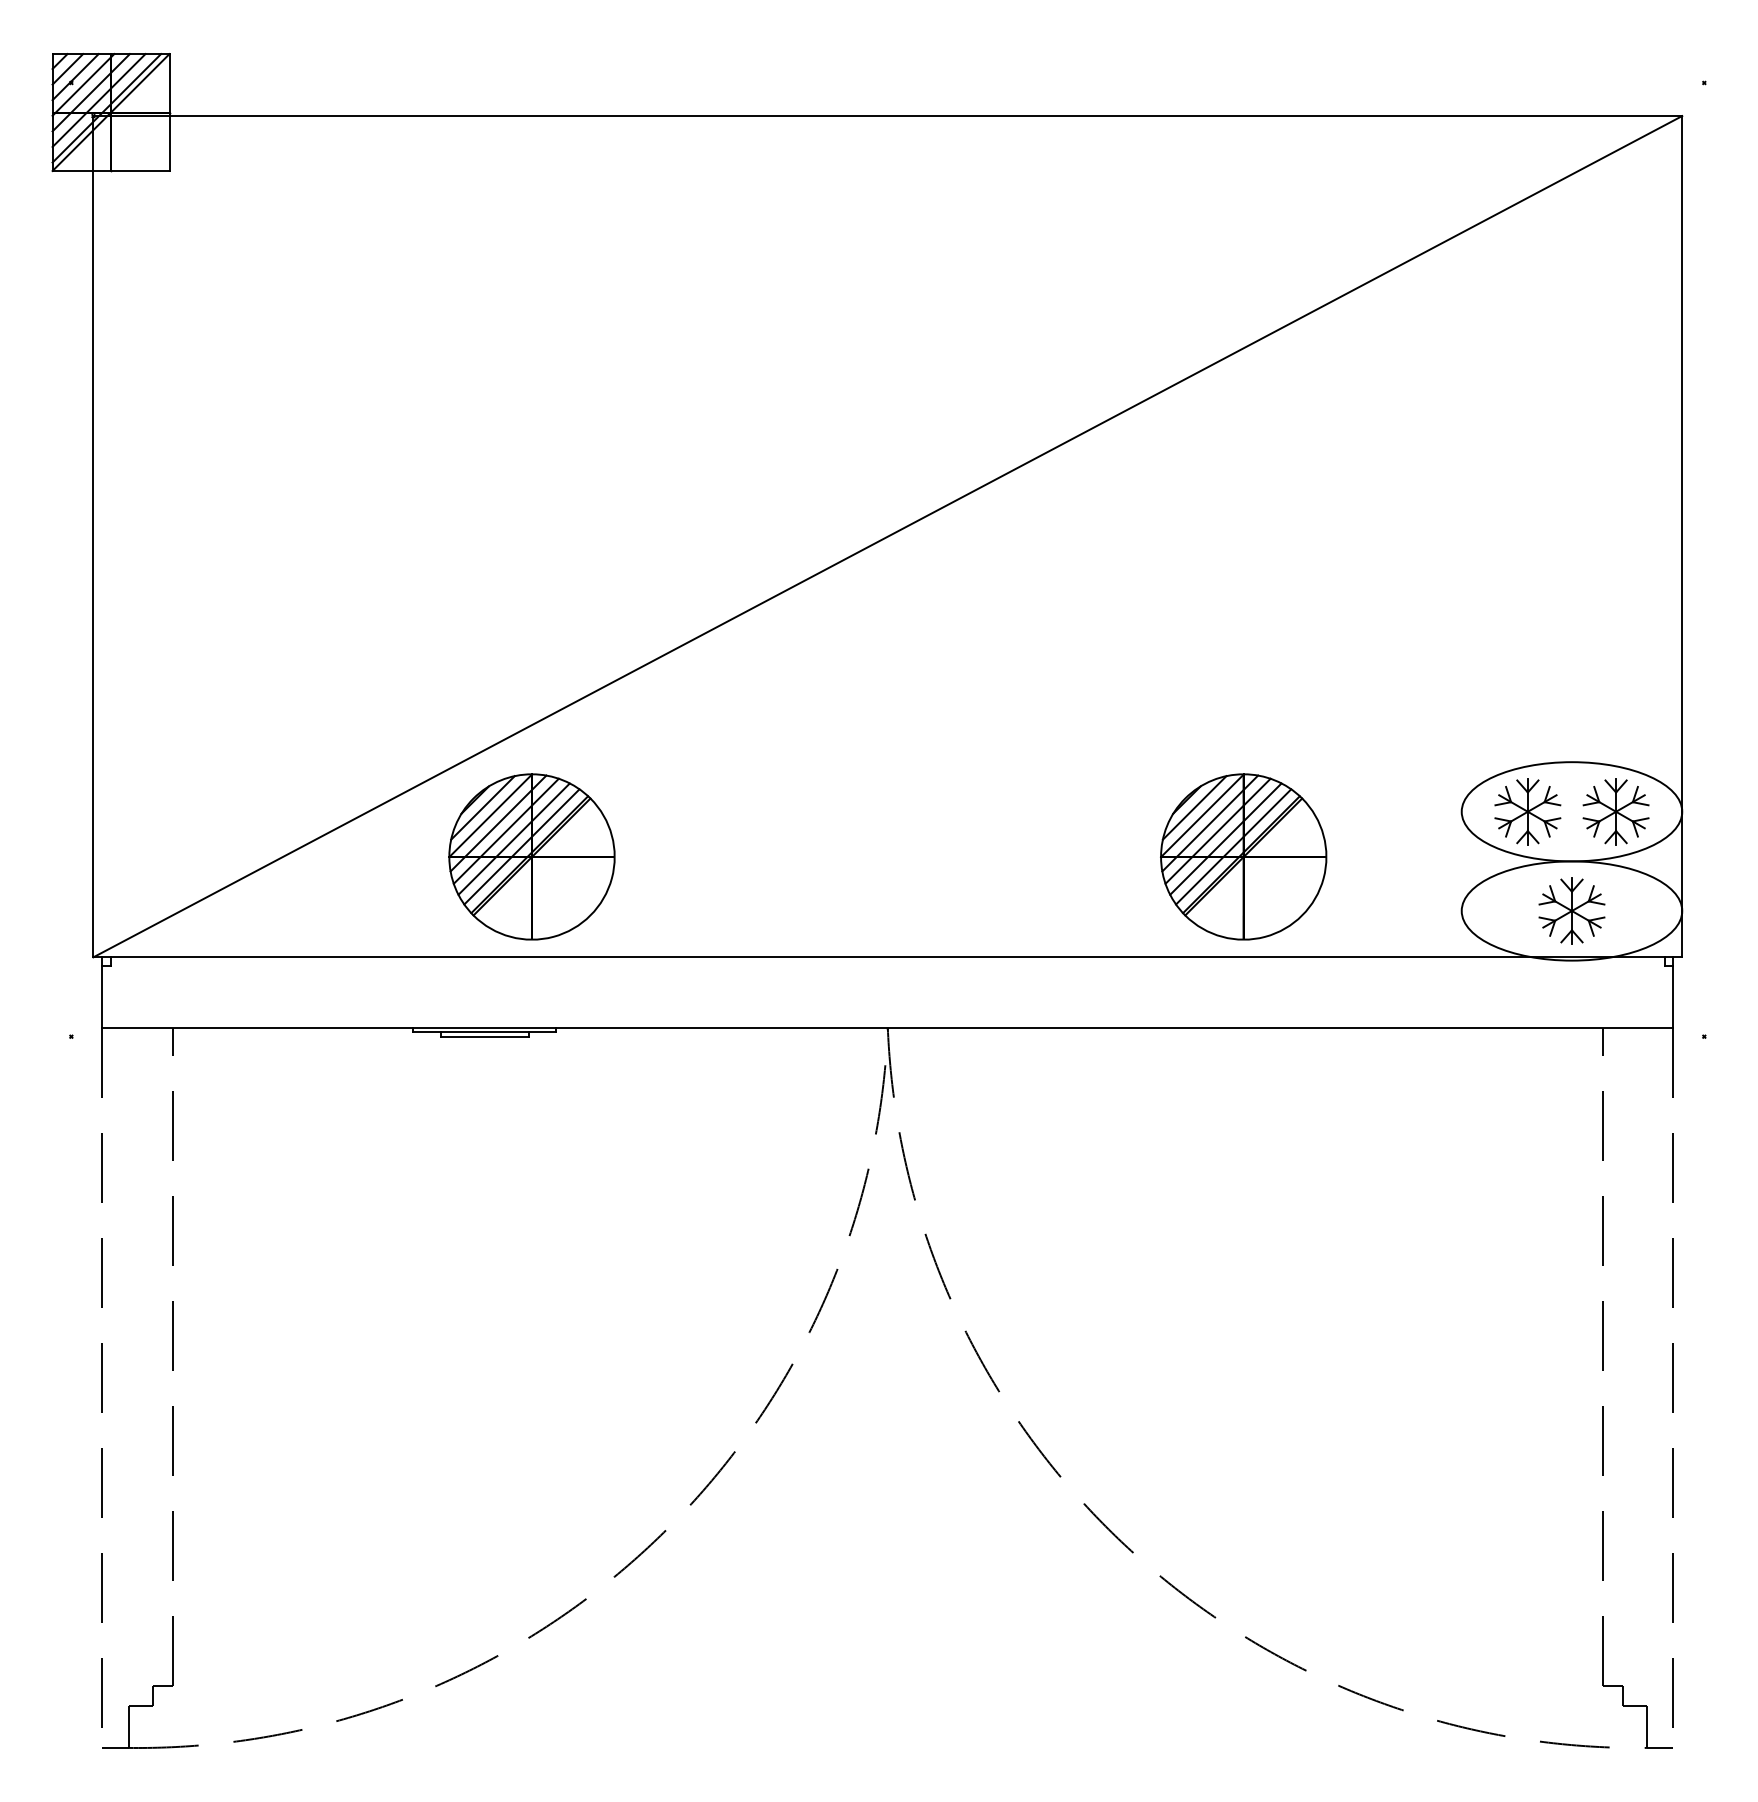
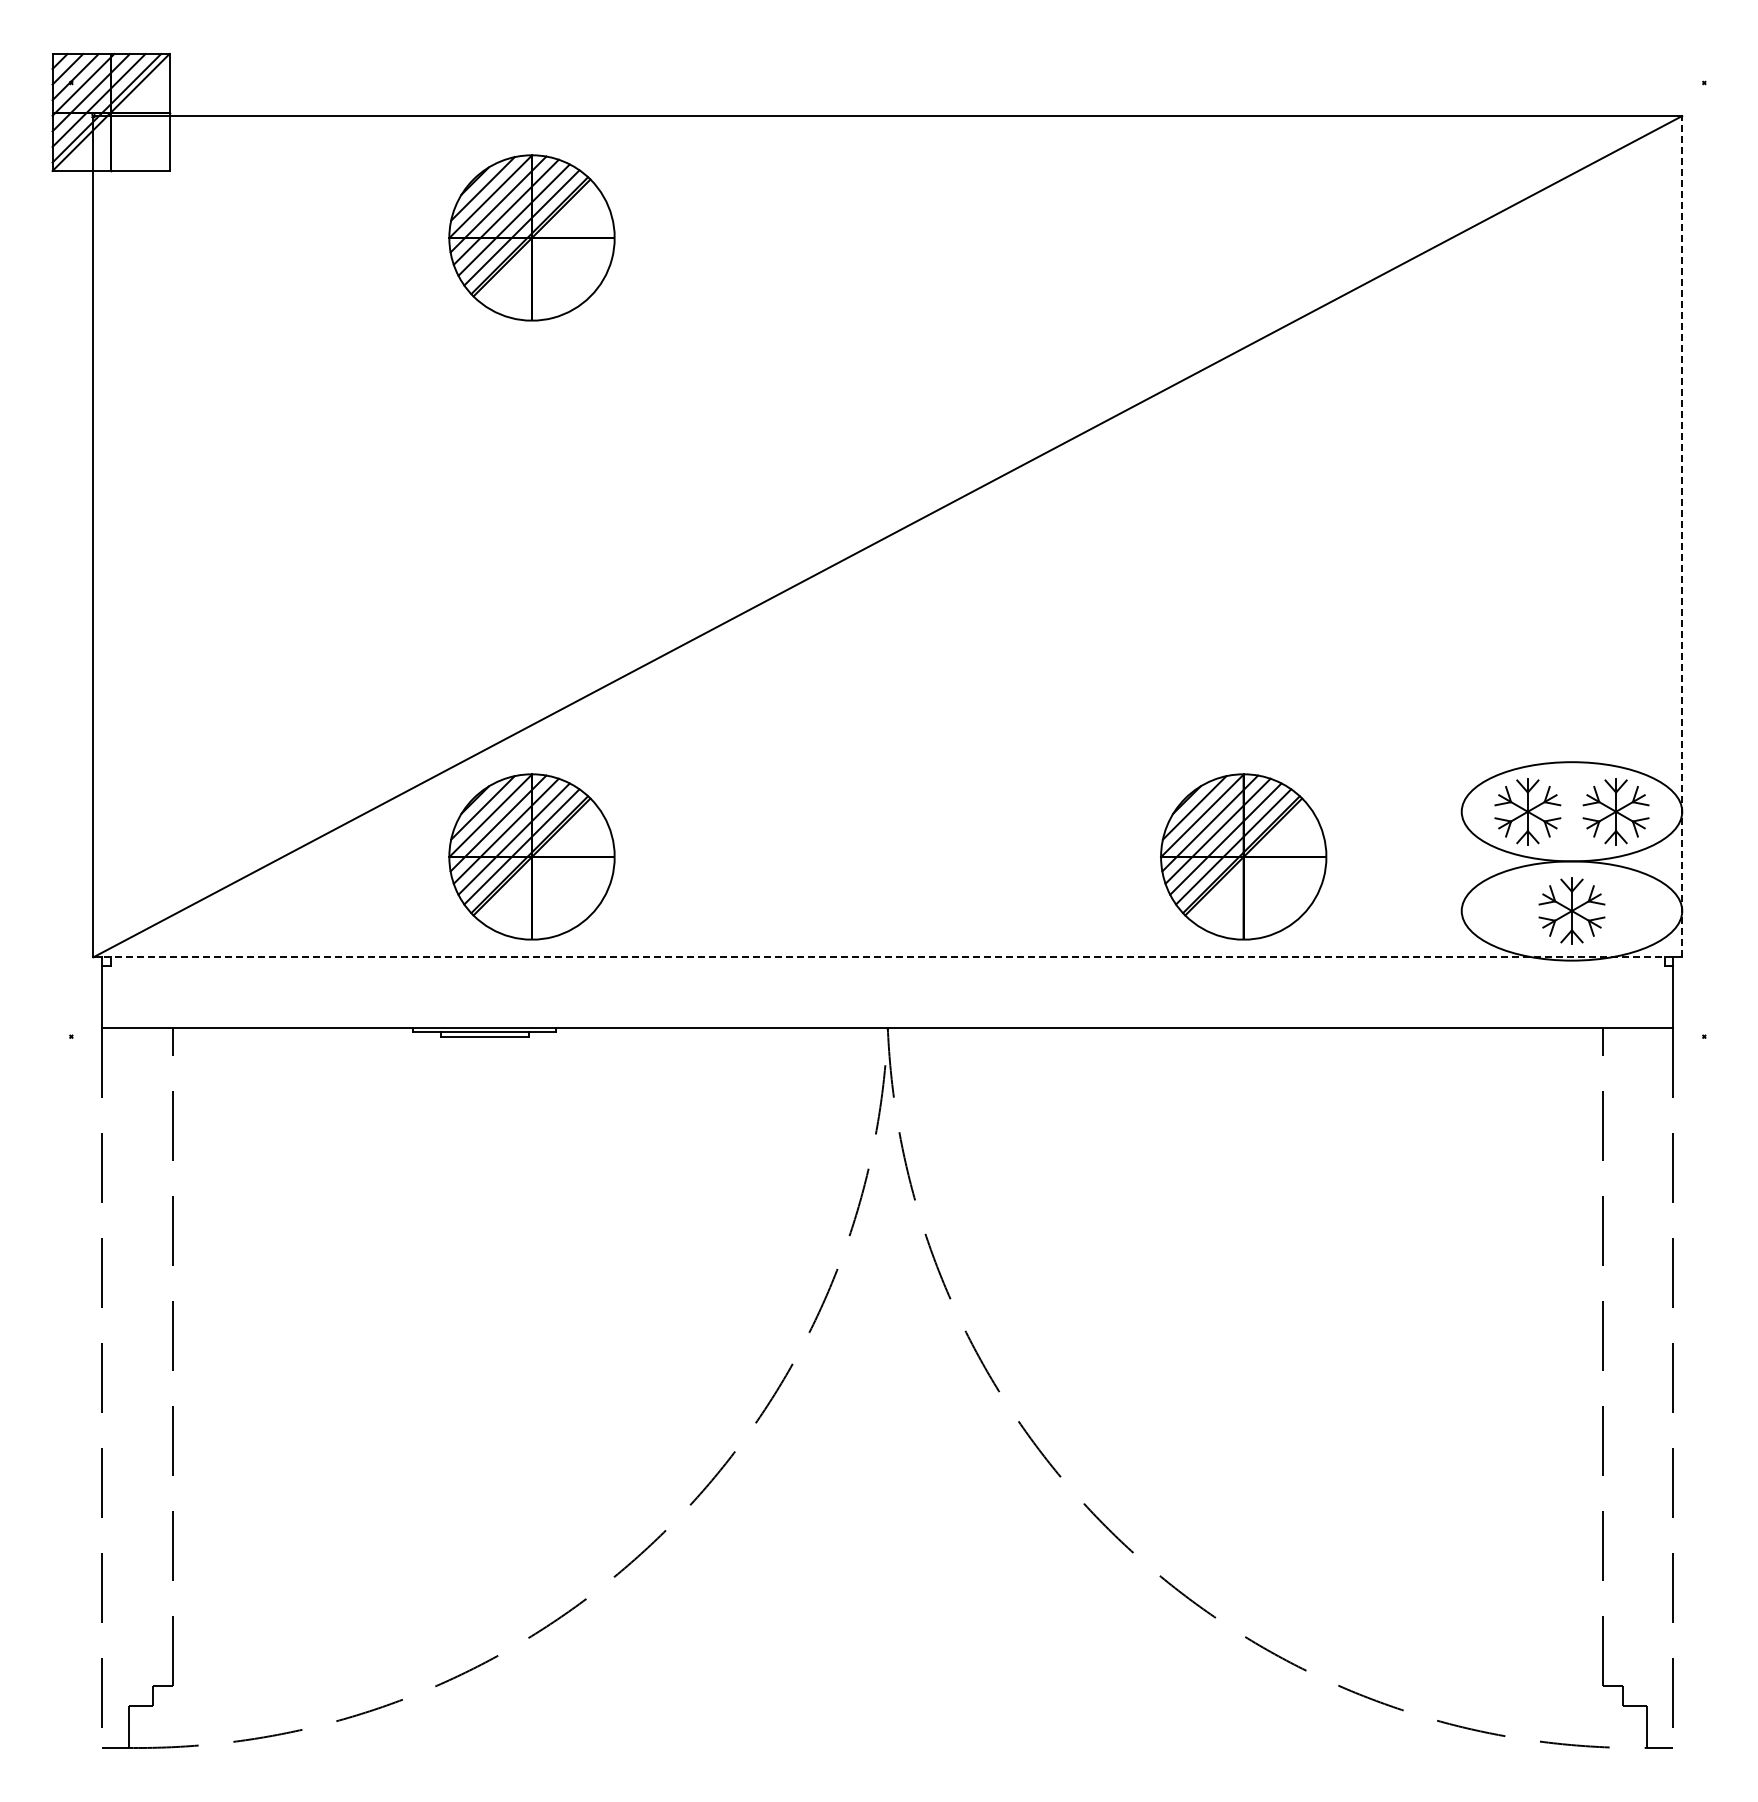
part at (531, 237): none -> present
line at (1682, 536): solid -> dashed
line at (887, 957): solid -> dashed
